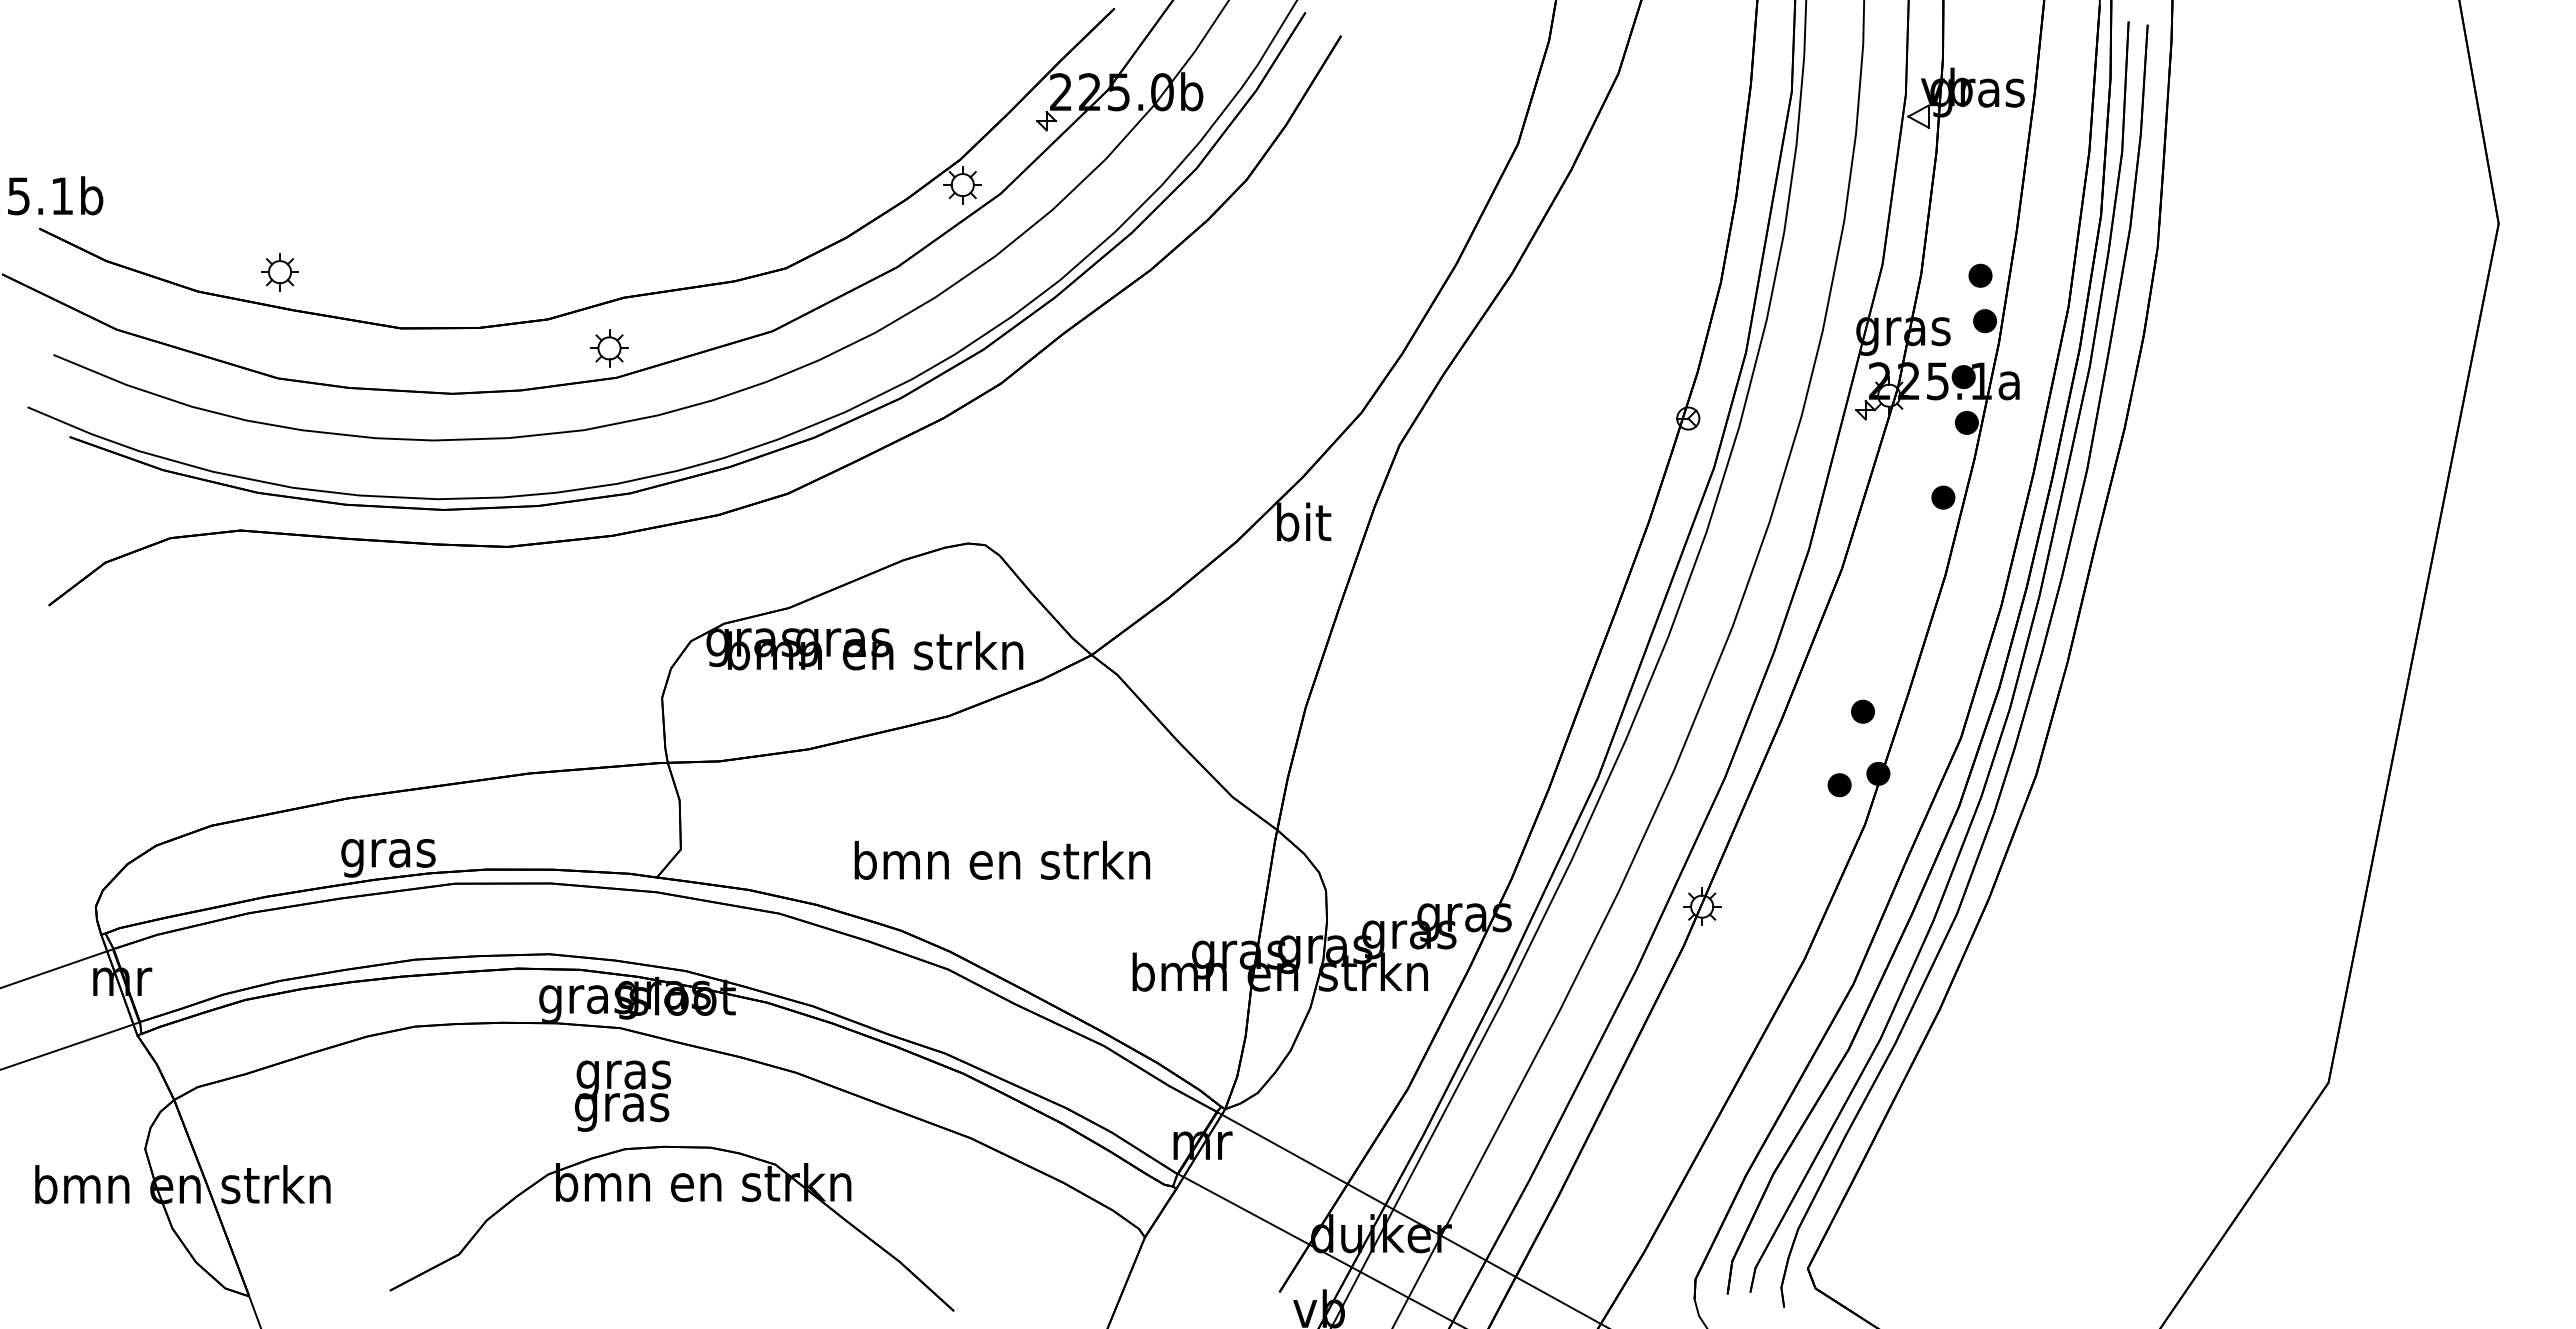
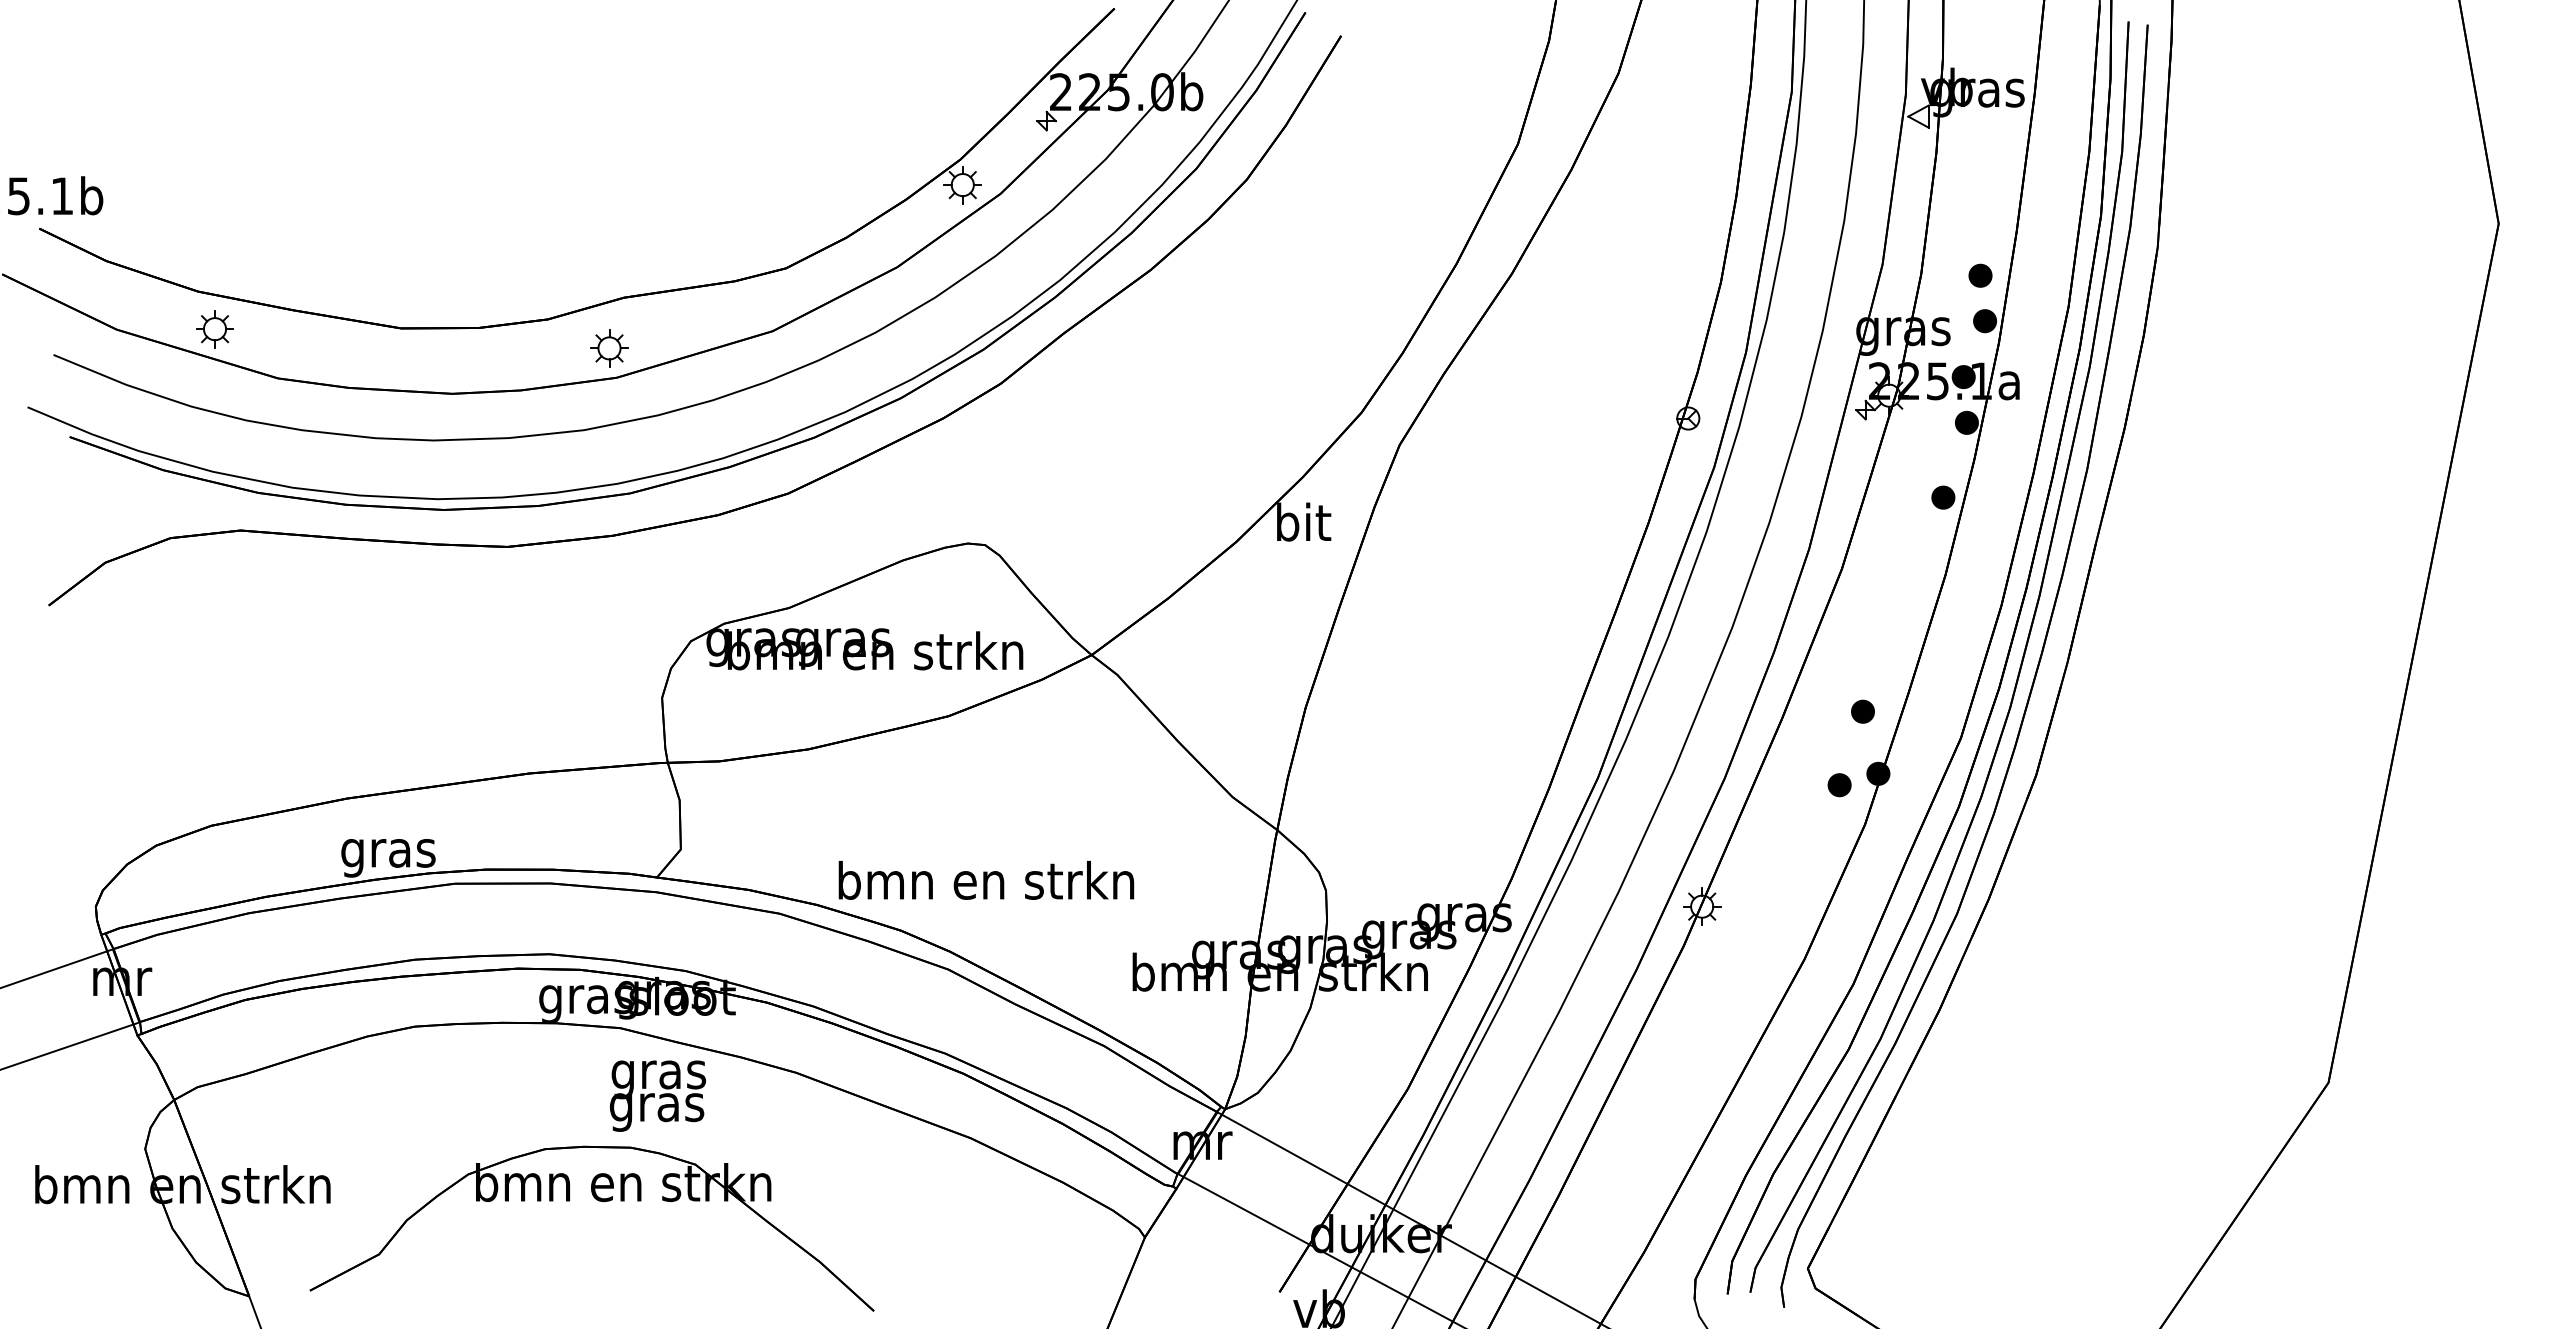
part at (279, 272) position: (279, 272) -> (214, 329)
text at (1002, 860) position: (1002, 860) -> (986, 880)
text at (622, 1095) position: (622, 1095) -> (657, 1095)
part at (678, 1201) position: (678, 1201) -> (598, 1201)
